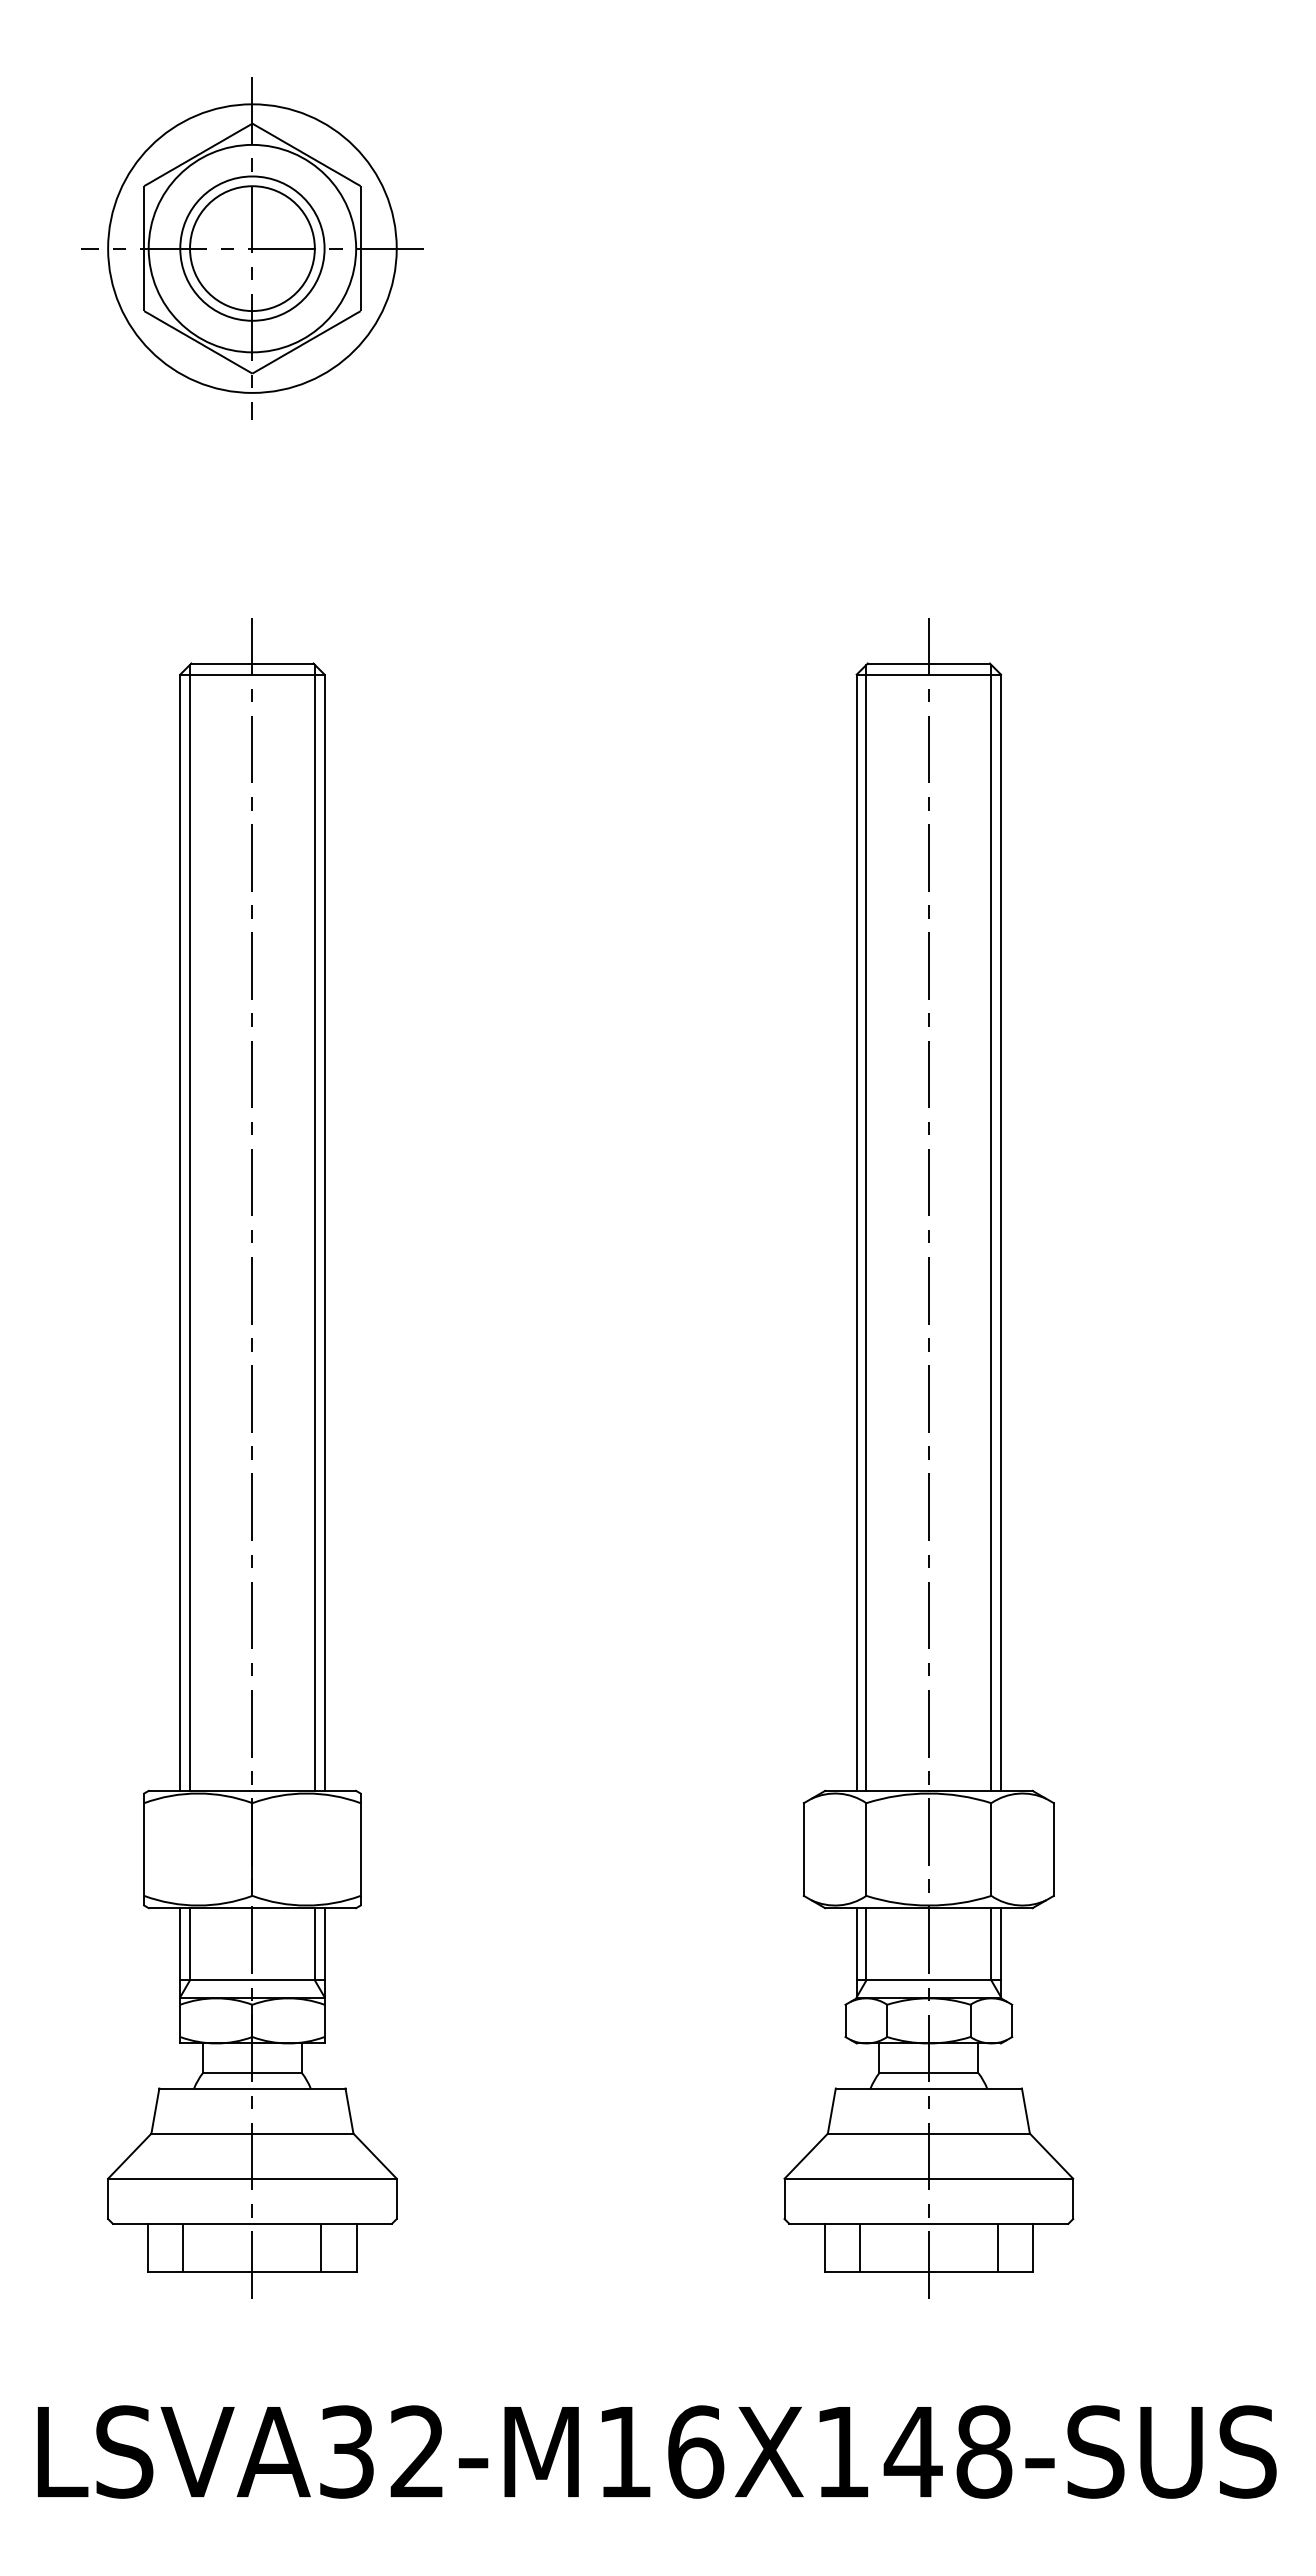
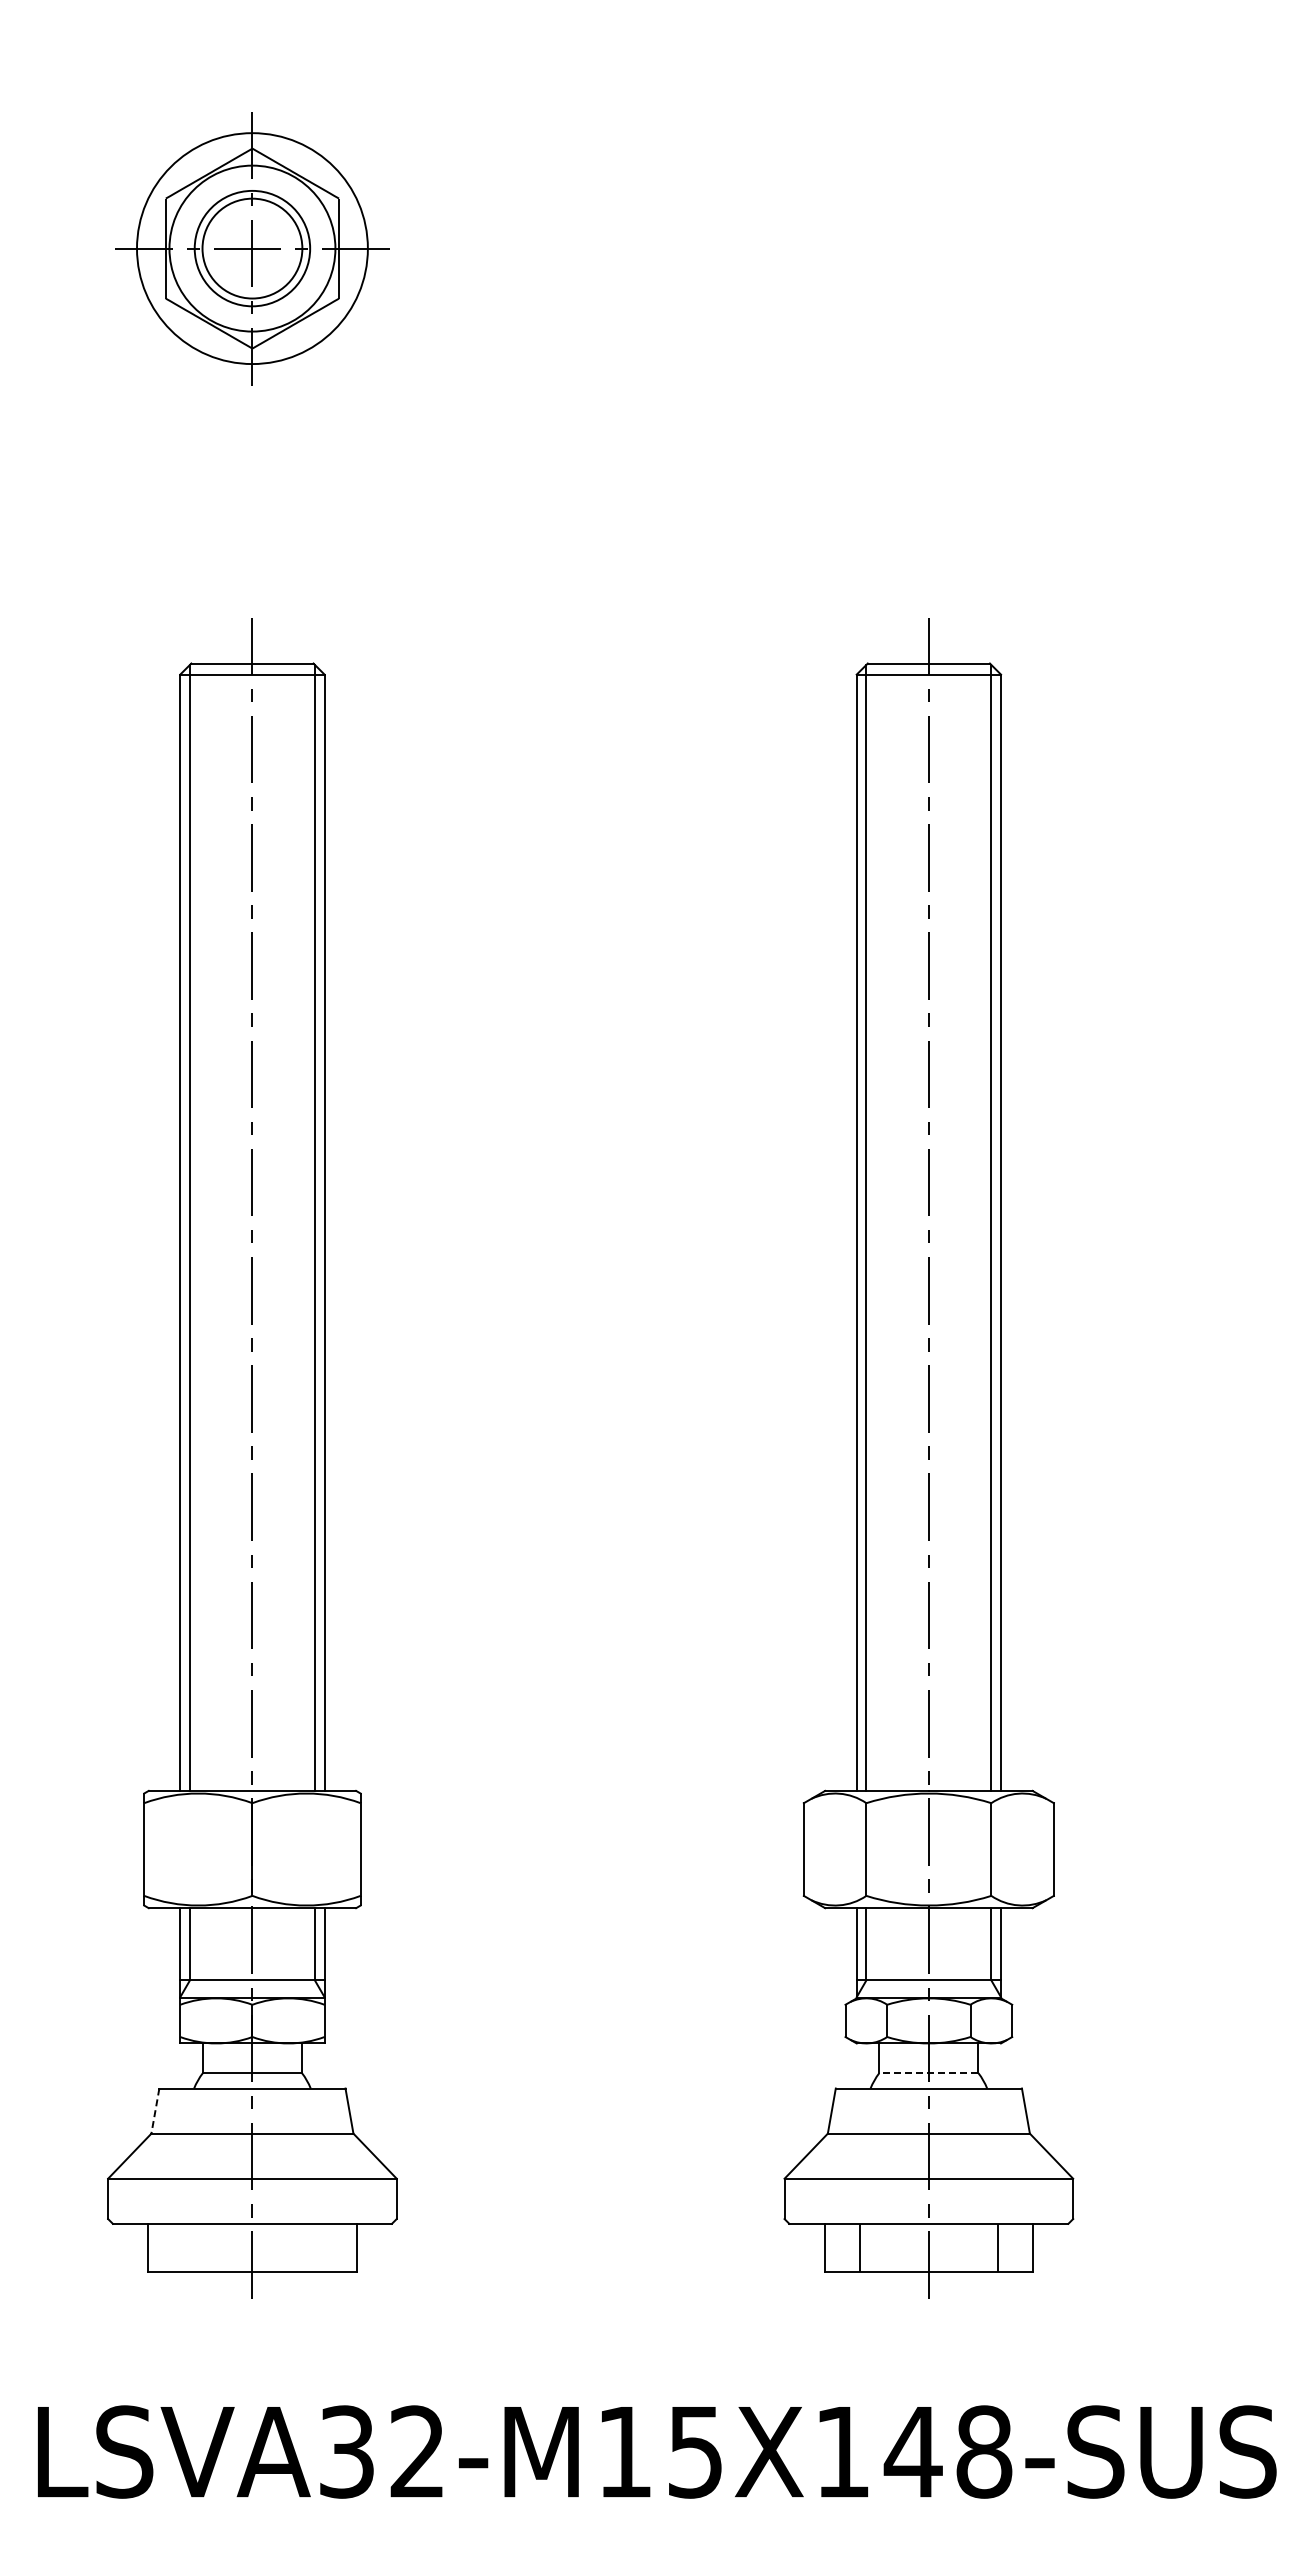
part at (252, 248) size: 343x343 px -> 275x274 px
line at (928, 2073): solid -> dashed
line at (155, 2111): solid -> dashed
line at (183, 2247): present -> none
line at (321, 2247): present -> none
text at (696, 2451): LSVA32-M16X148-SUS -> LSVA32-M15X148-SUS
